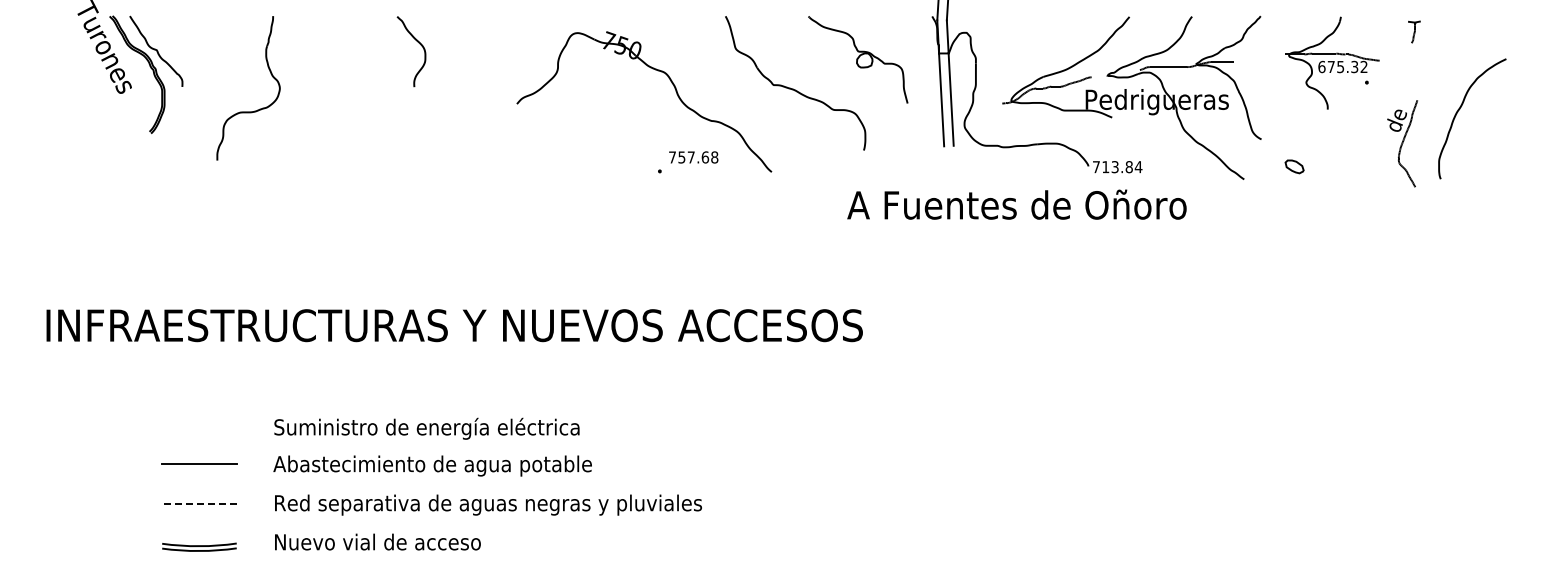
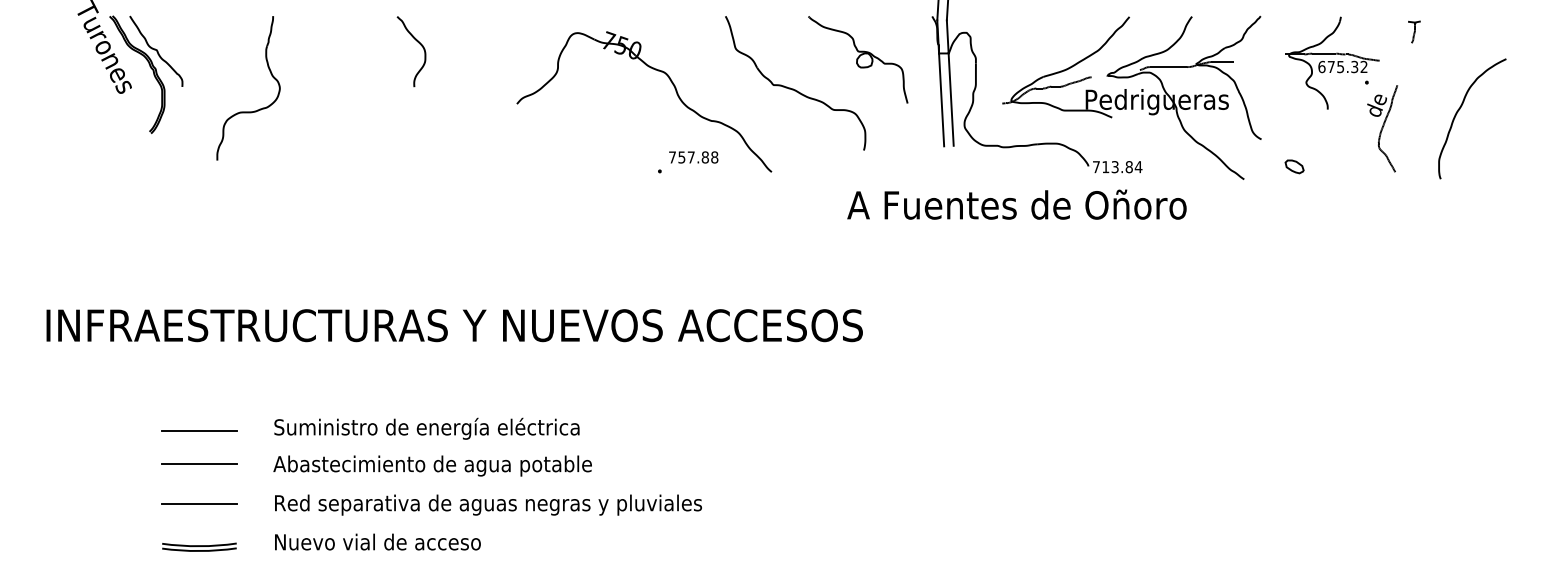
part at (1402, 143) position: (1402, 143) -> (1382, 128)
text at (705, 157): 757.68 -> 757.88
line at (199, 431): none -> present
line at (198, 503): dashed -> solid
